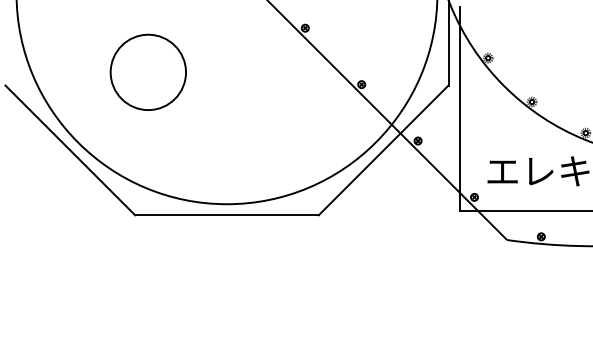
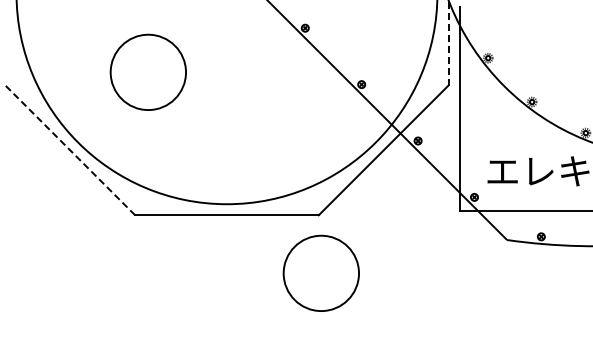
line at (448, 42): solid -> dashed
line at (70, 150): solid -> dashed
circle at (320, 272): none -> present
